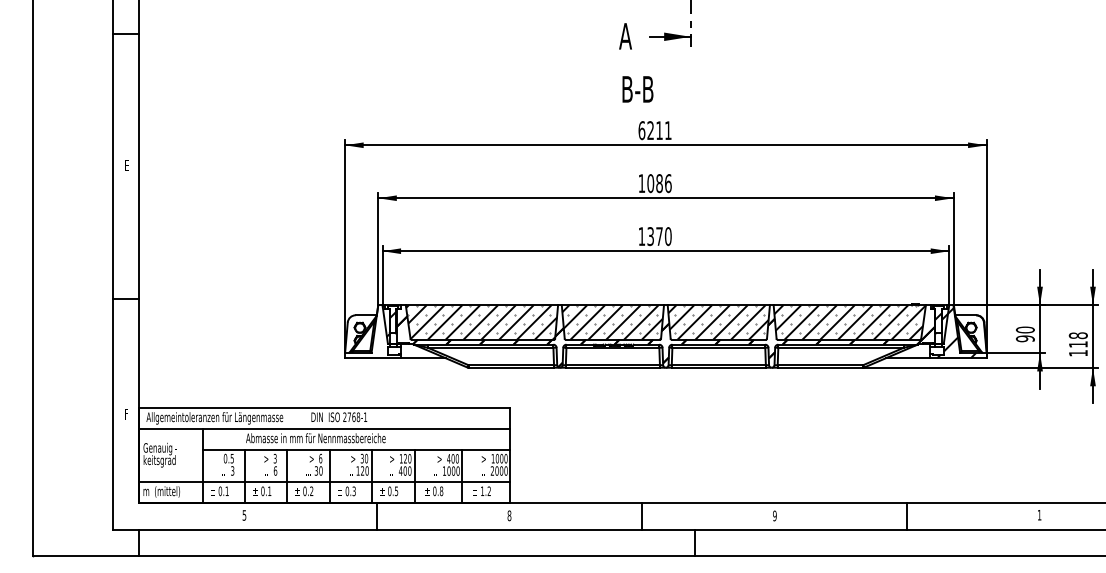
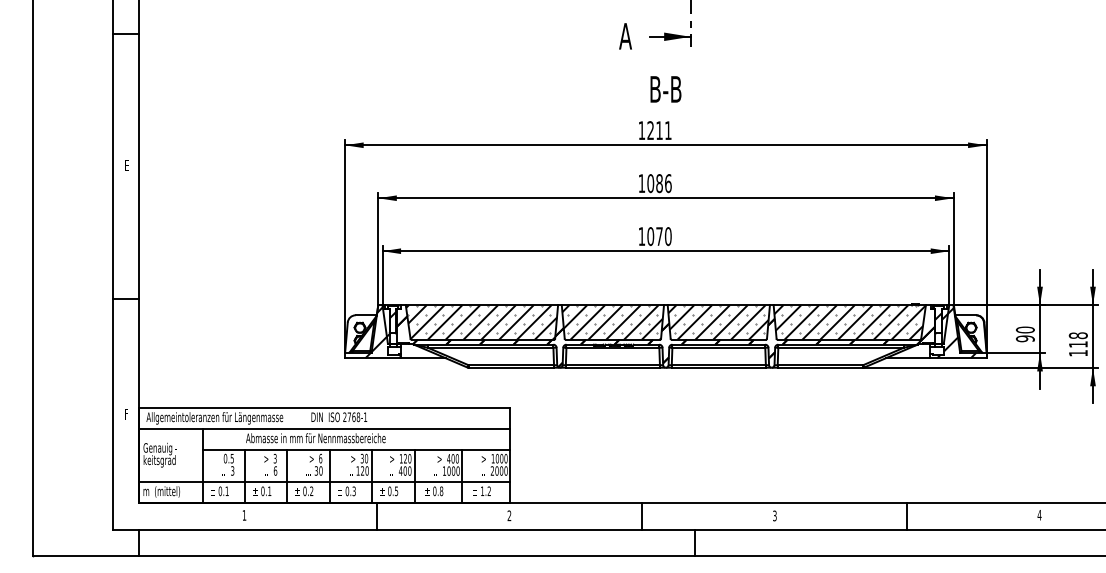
text at (637, 89) position: (637, 89) -> (665, 89)
text at (641, 130): 6211 -> 1211
text at (650, 236): 1370 -> 1070
hatch at (383, 332): none -> present
text at (244, 515): 5 -> 1
text at (509, 515): 8 -> 2
text at (774, 515): 9 -> 3
text at (1039, 515): 1 -> 4
